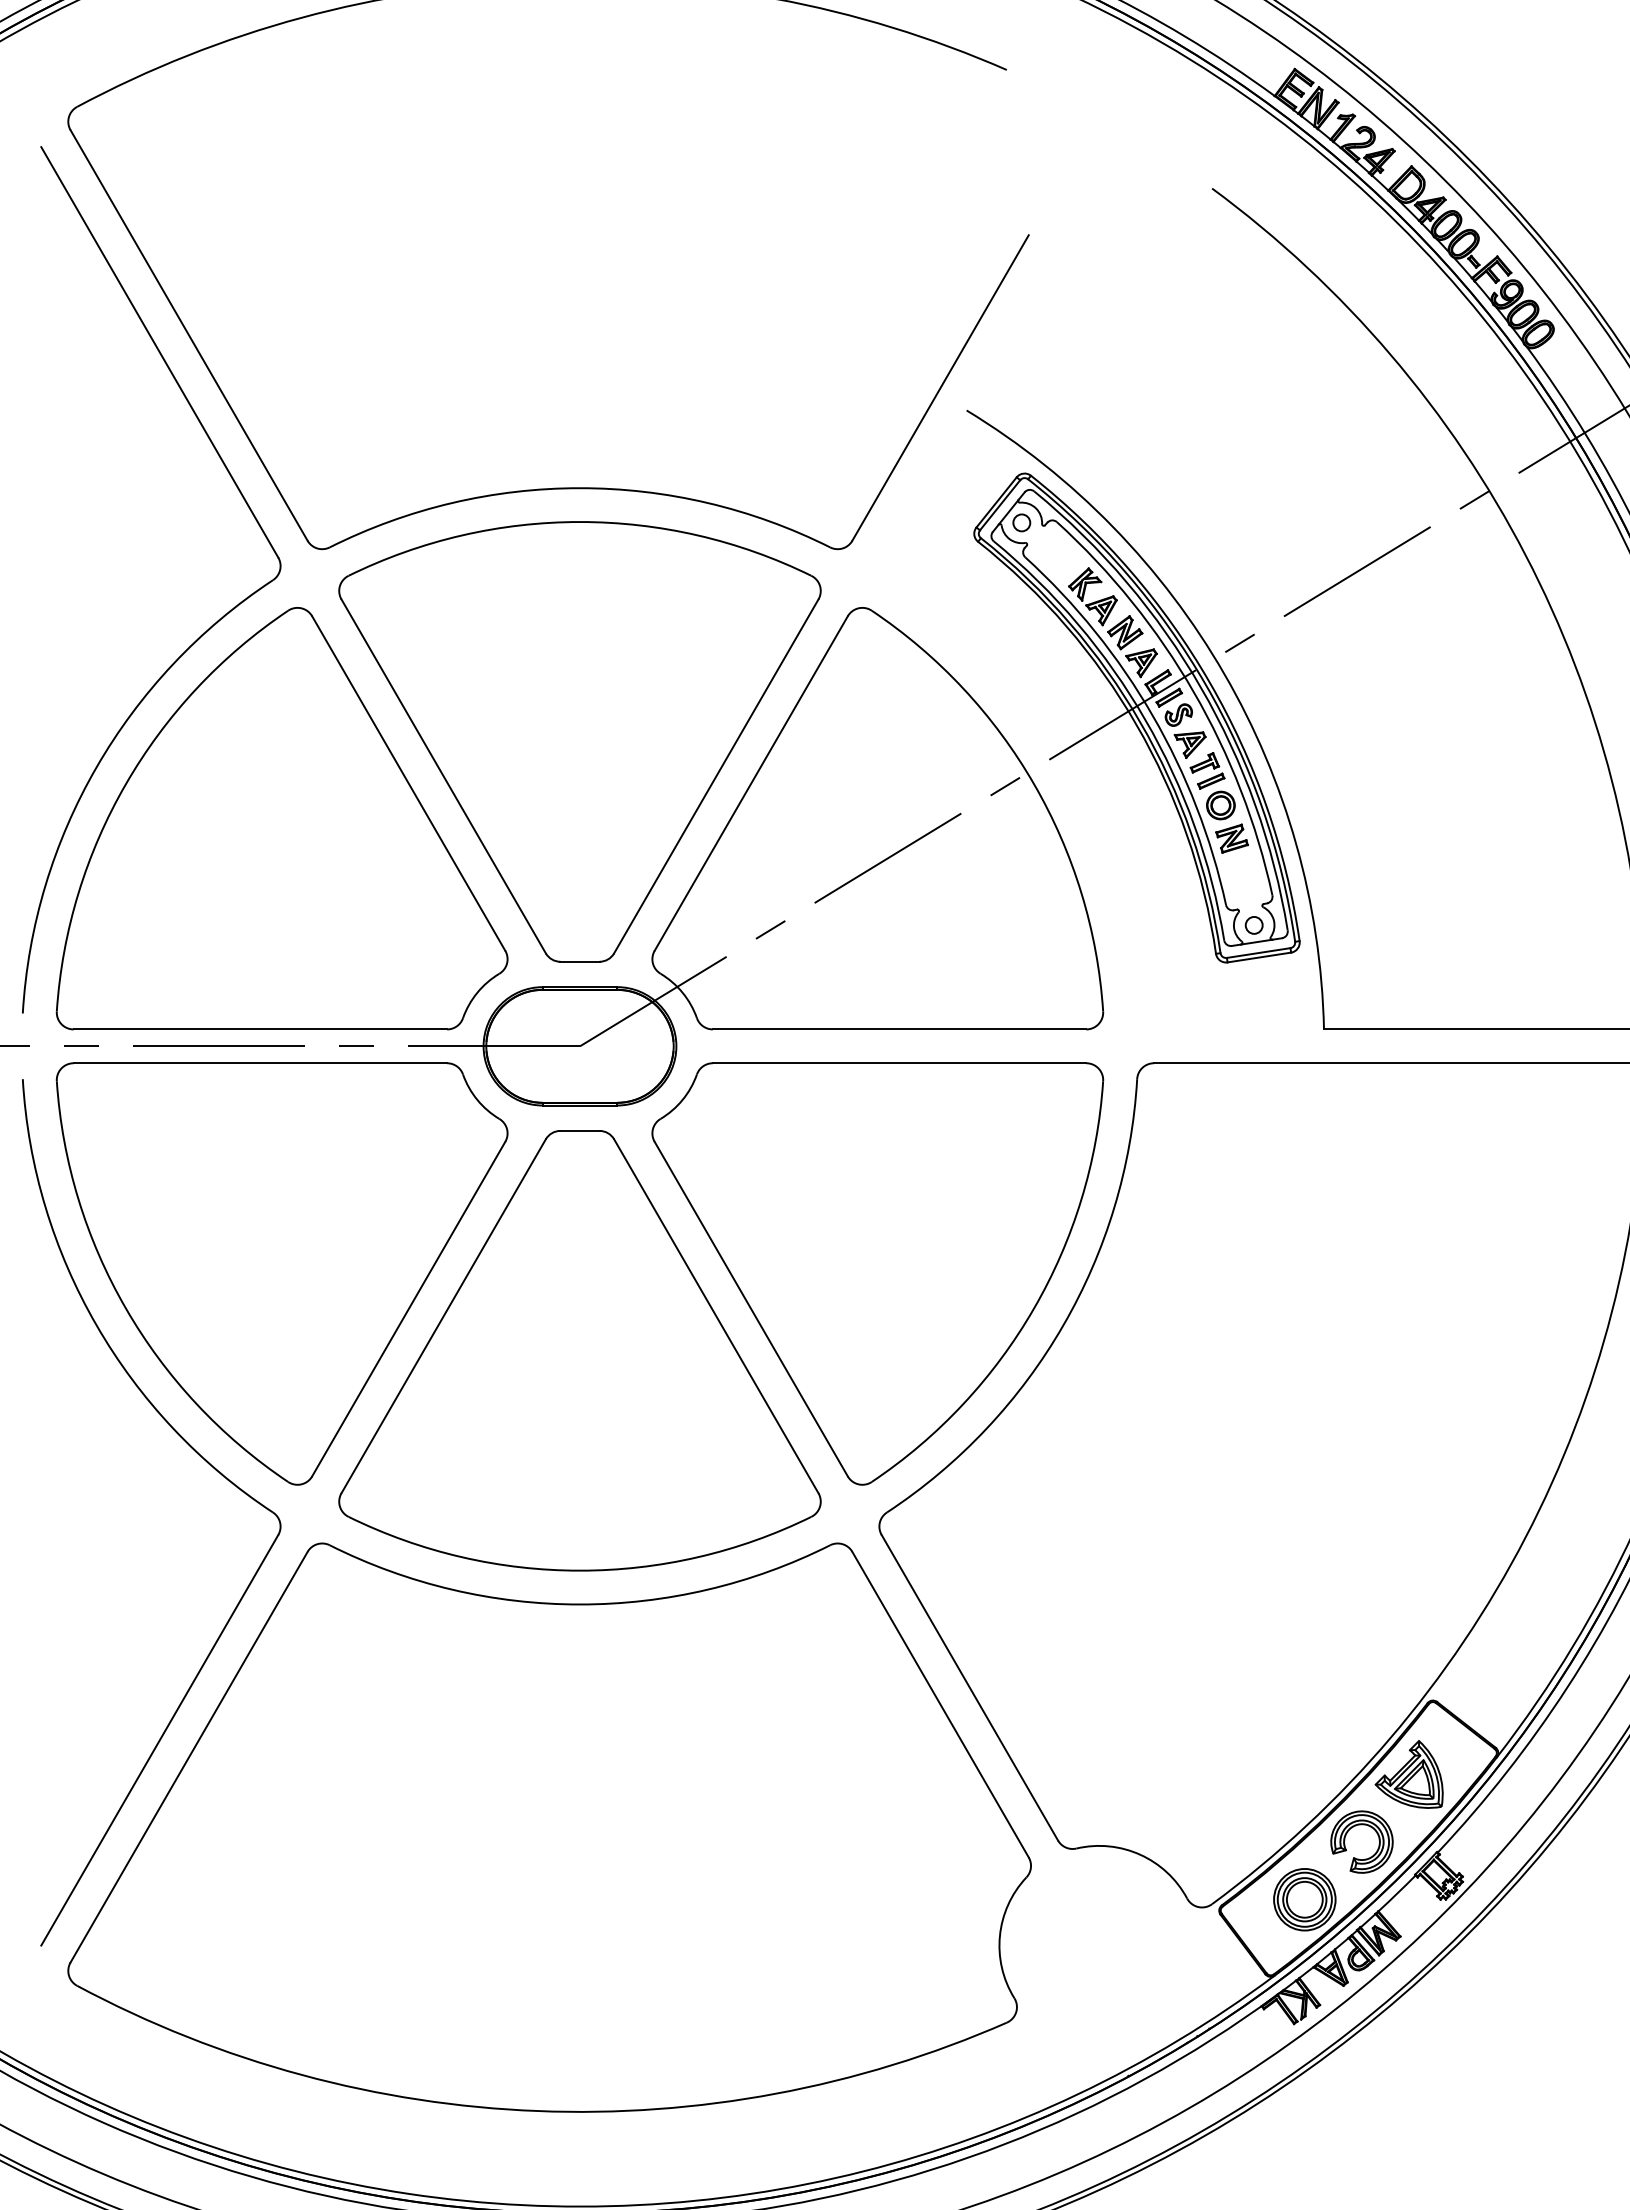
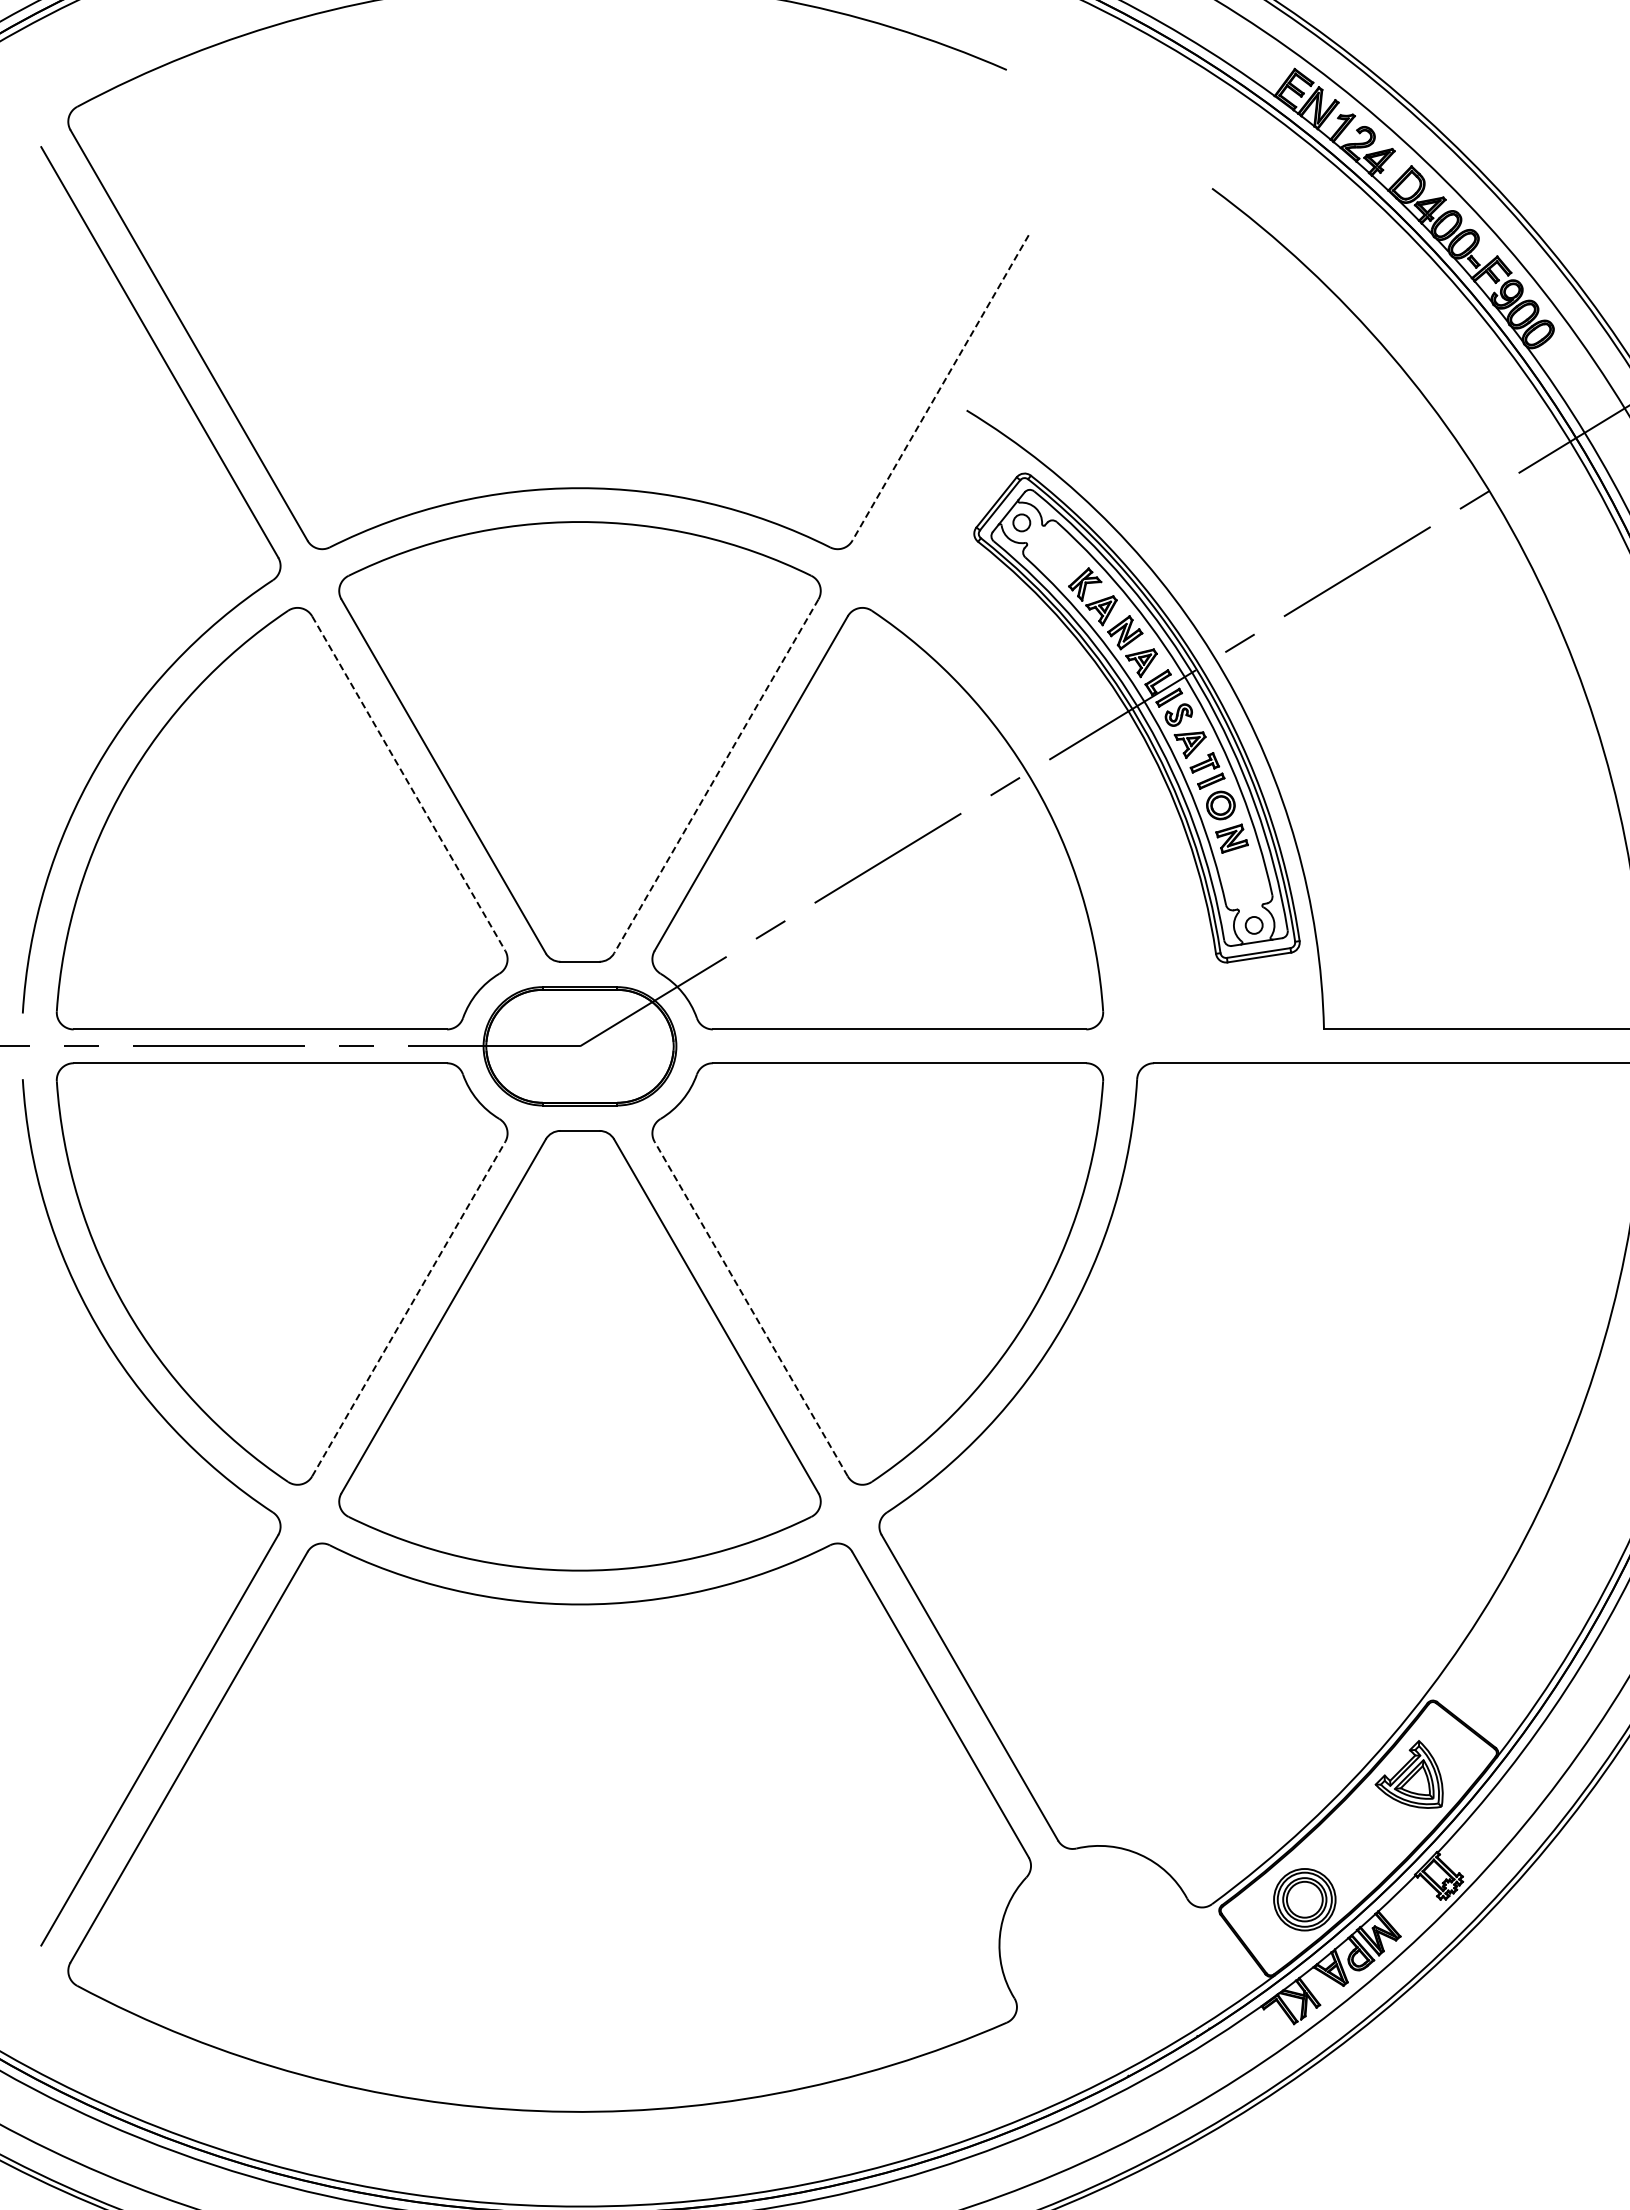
line at (940, 388): solid -> dashed
line at (716, 776): solid -> dashed
line at (409, 784): solid -> dashed
line at (409, 1308): solid -> dashed
line at (750, 1308): solid -> dashed
part at (1352, 1828): present -> none
